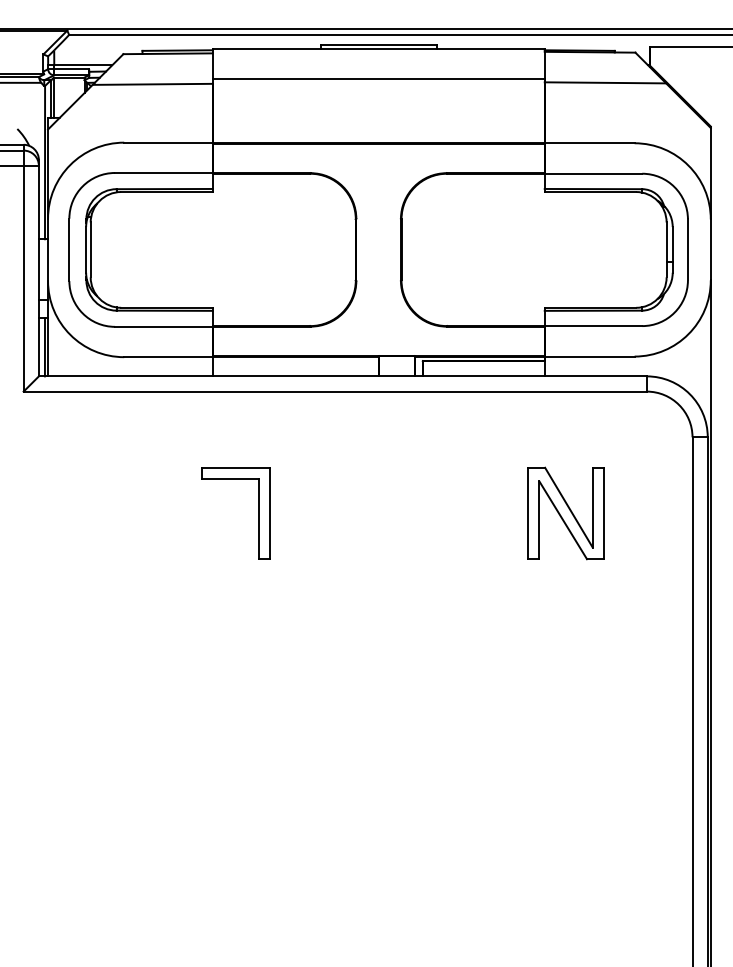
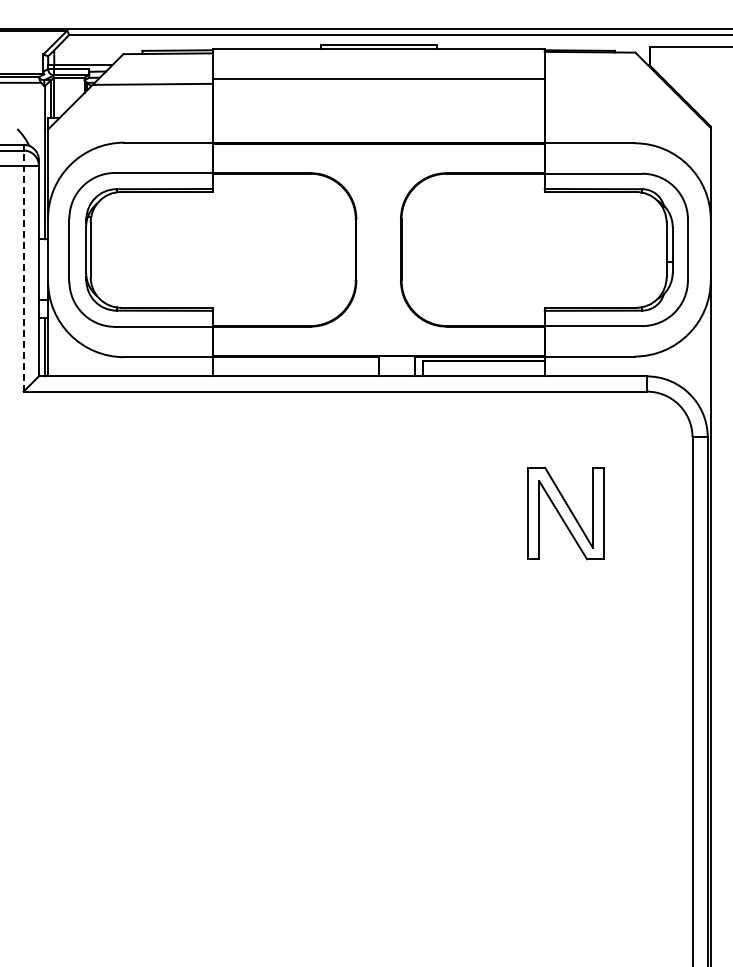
line at (605, 82): present -> none
line at (23, 267): solid -> dashed
part at (258, 513): present -> none
